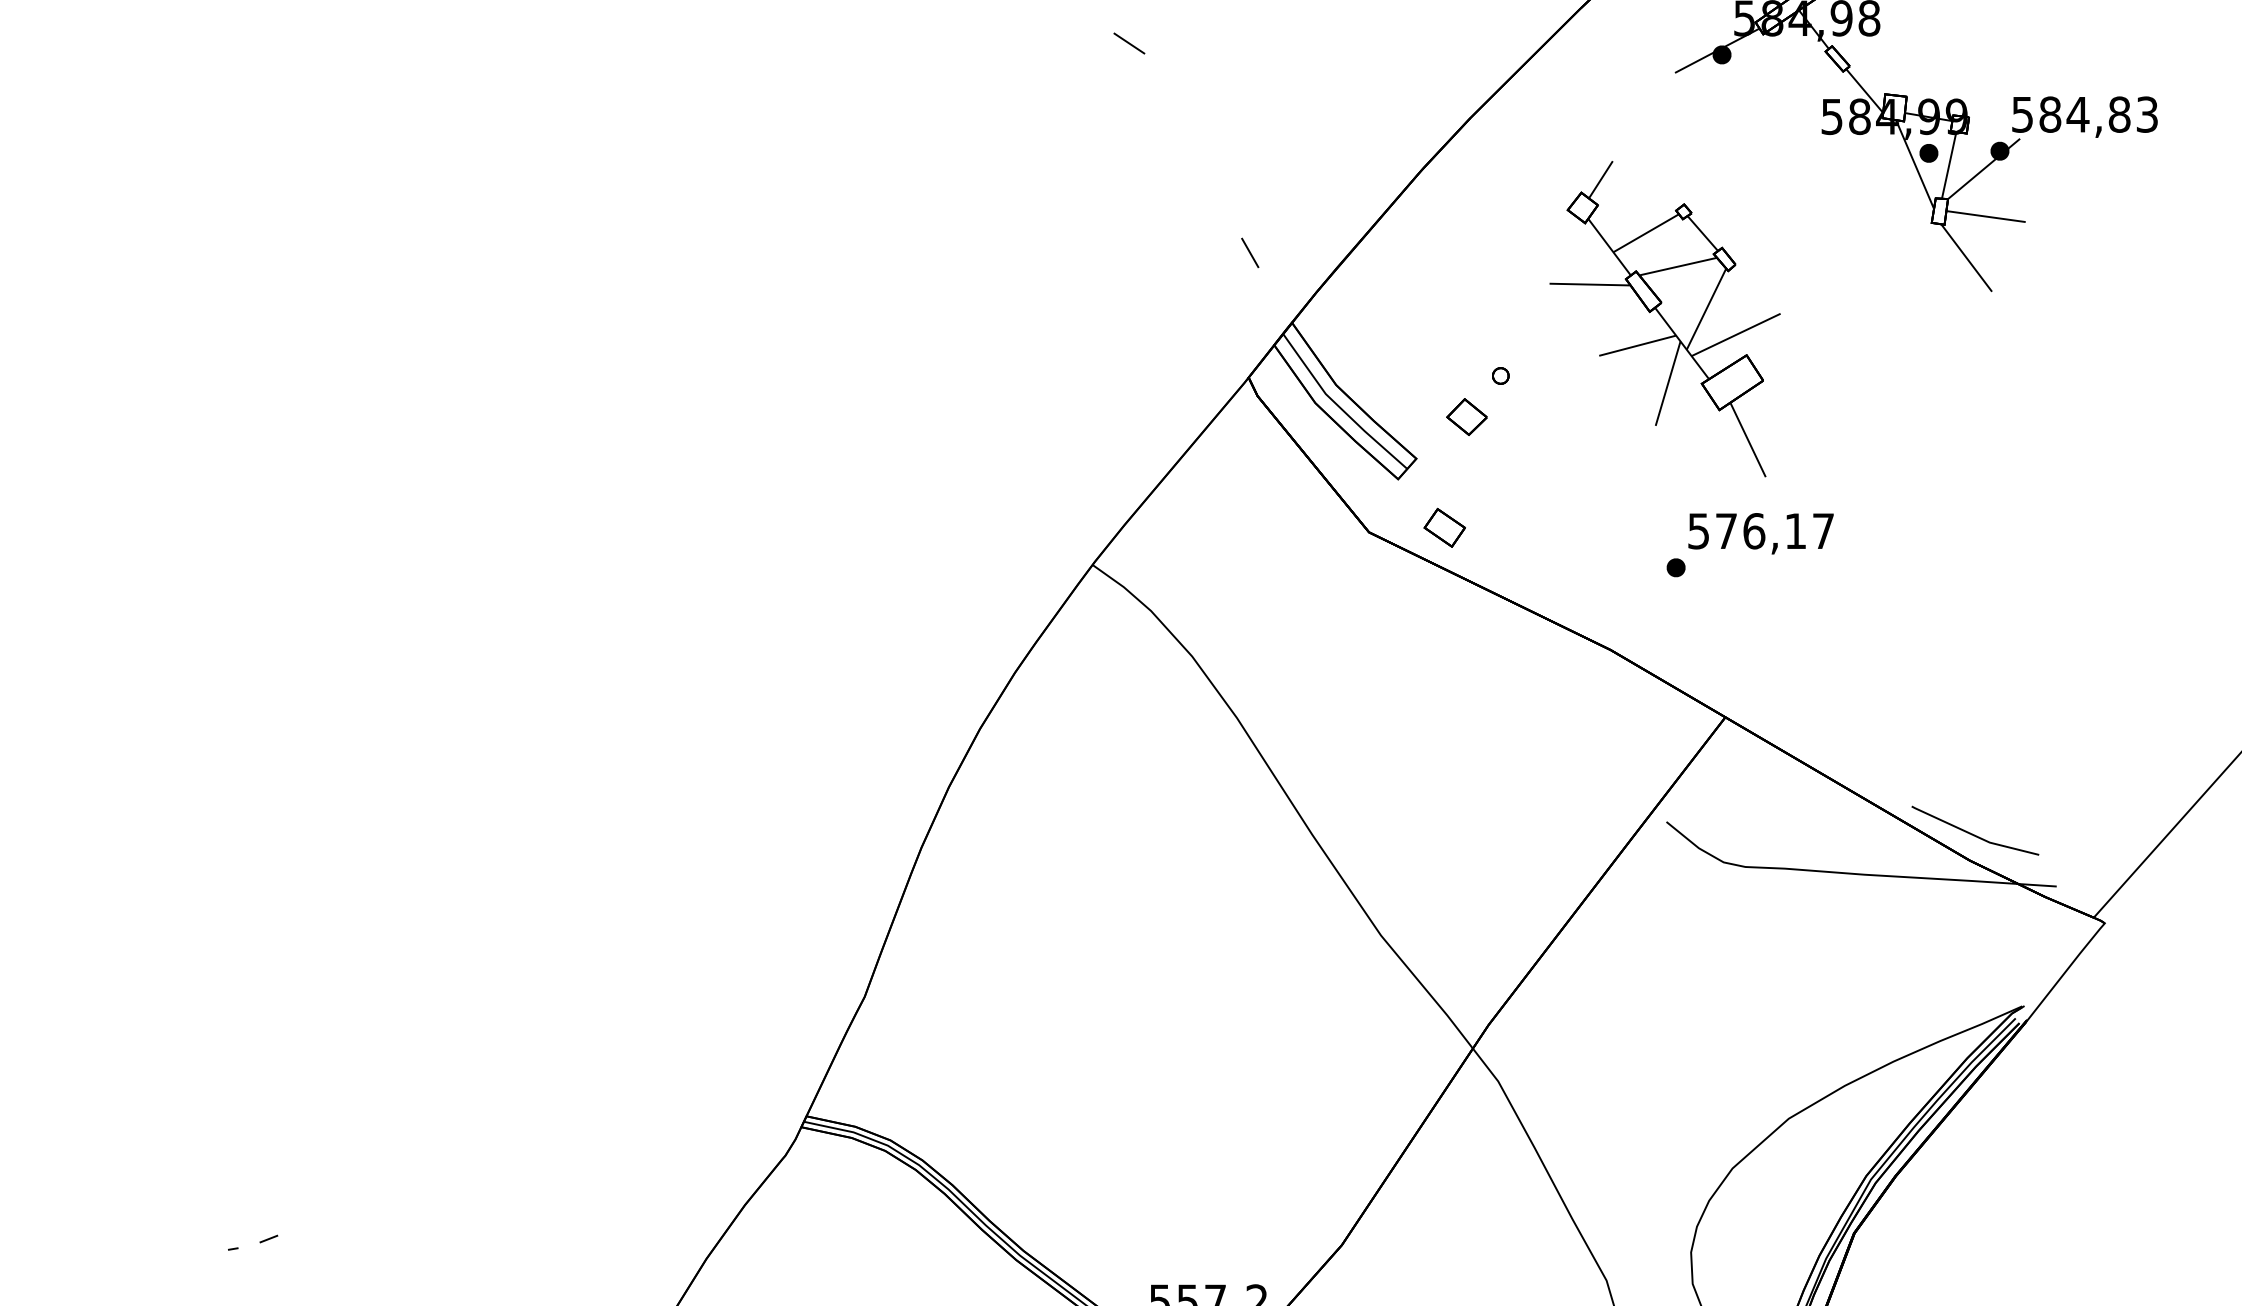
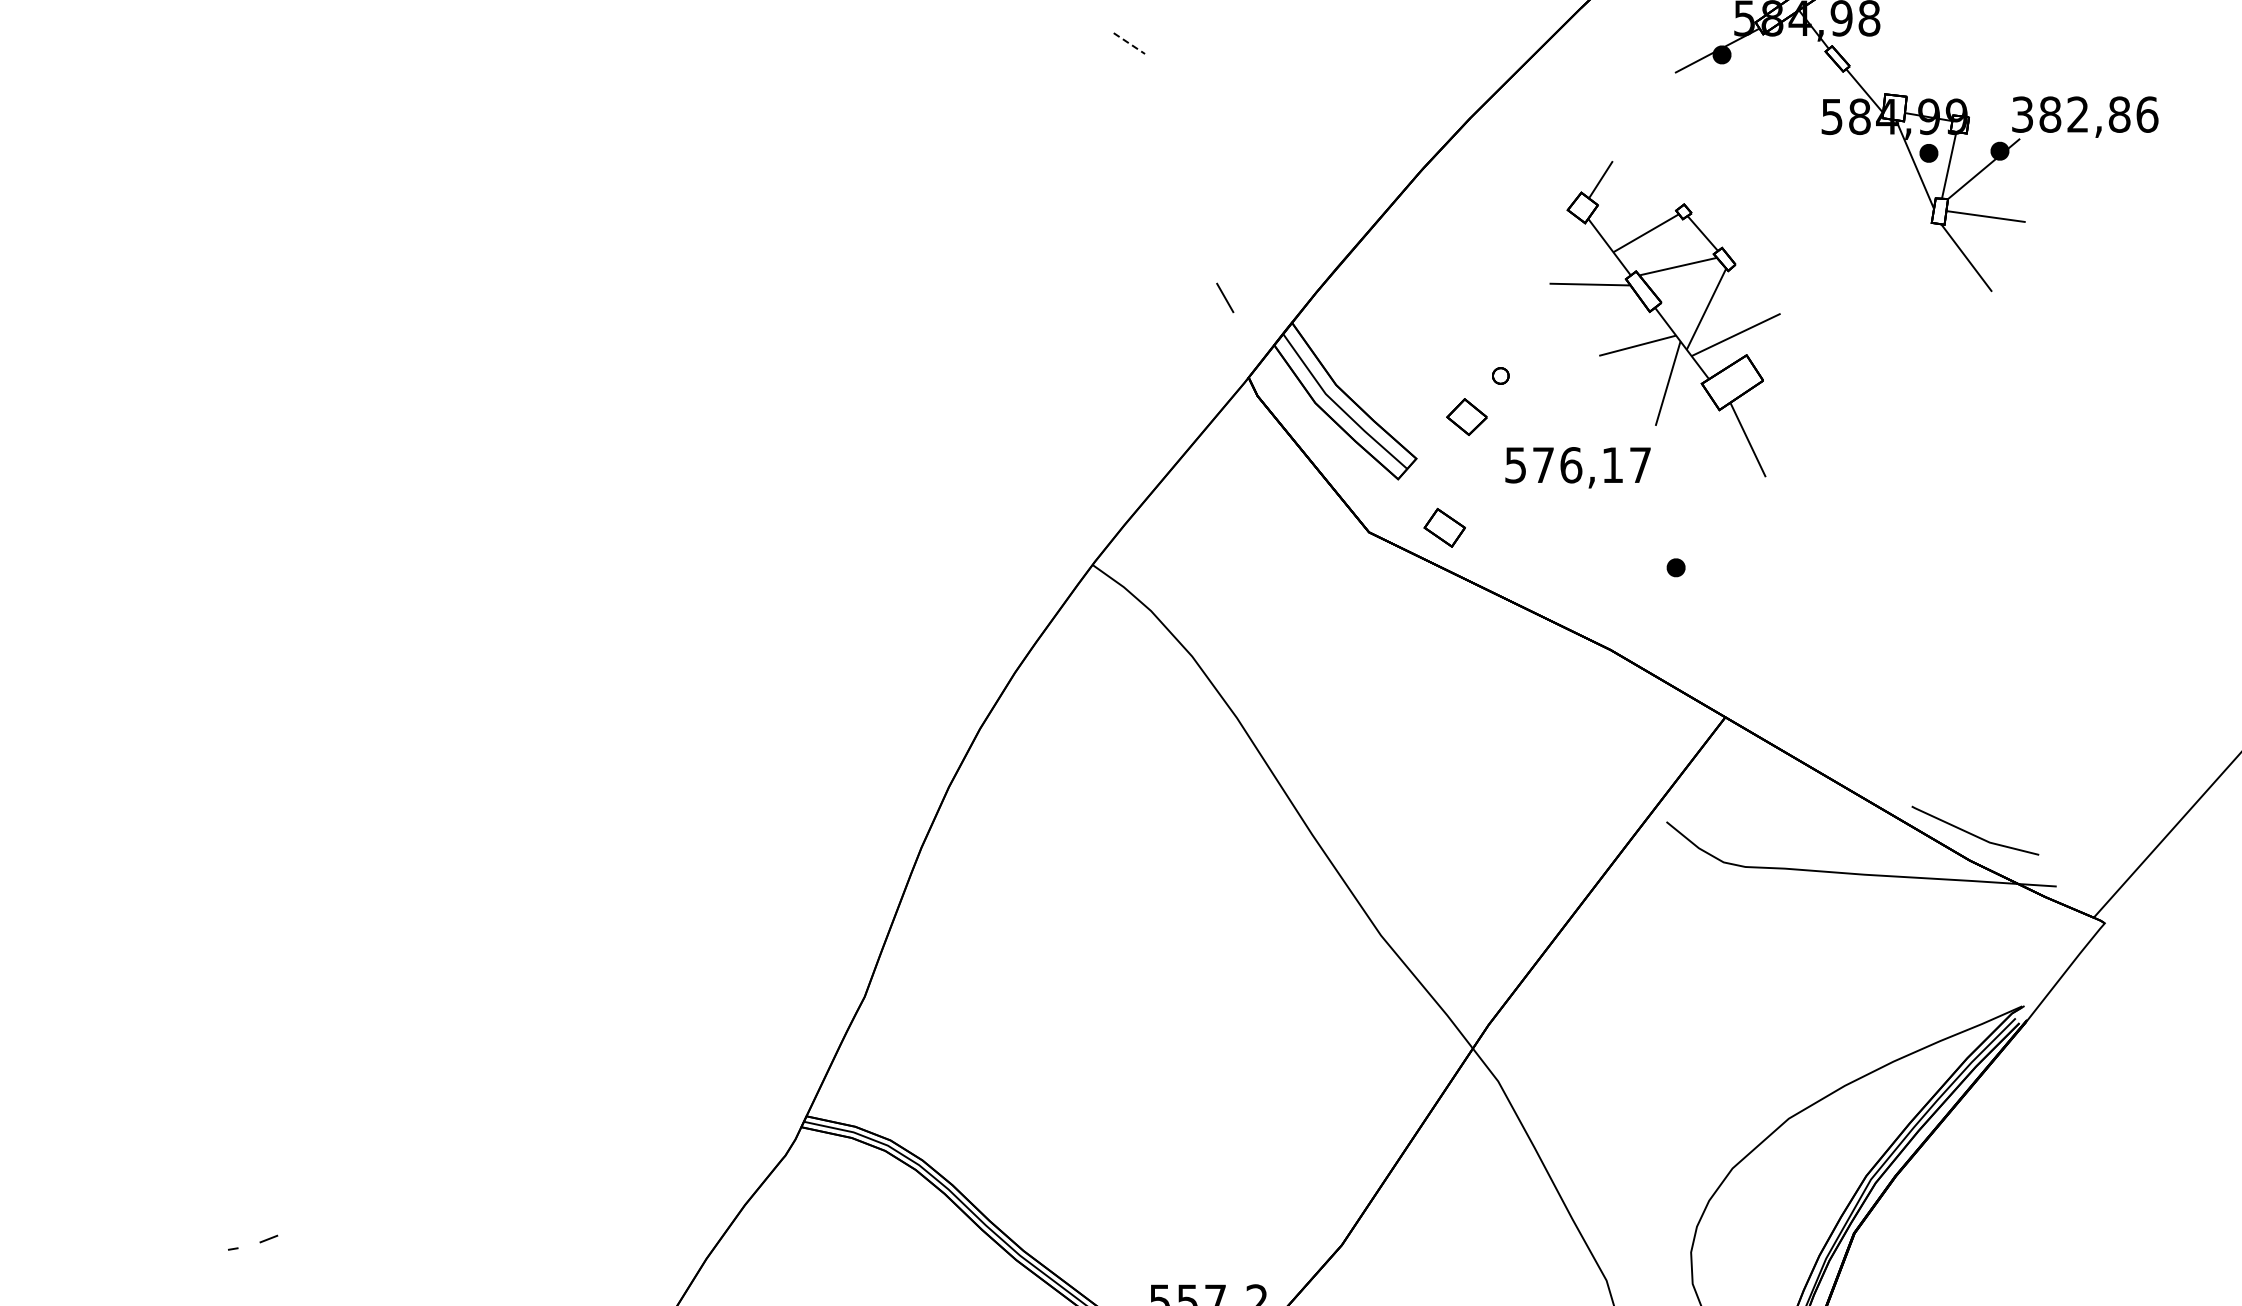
line at (1129, 43): solid -> dashed
text at (2085, 114): 584,83 -> 382,86
line at (1250, 252) position: (1250, 252) -> (1225, 297)
text at (1760, 533) position: (1760, 533) -> (1577, 467)
